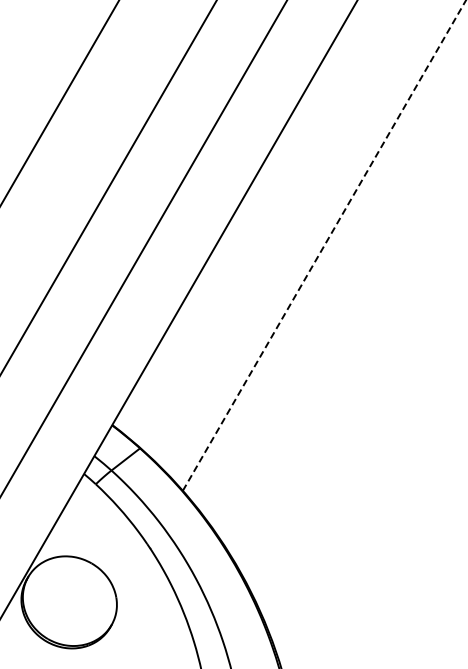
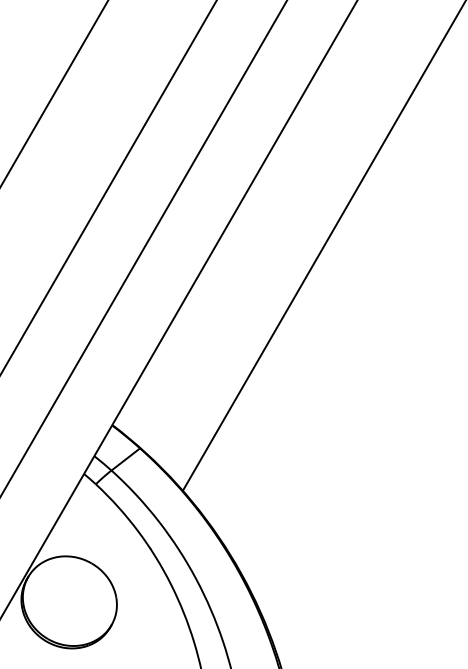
line at (60, 102) position: (60, 102) -> (54, 93)
line at (324, 245): dashed -> solid
